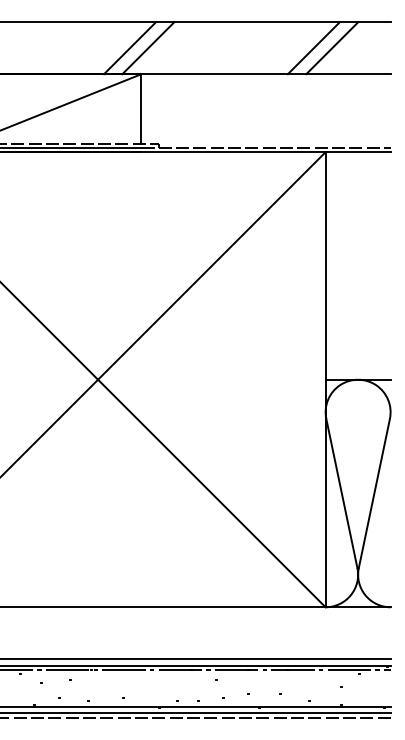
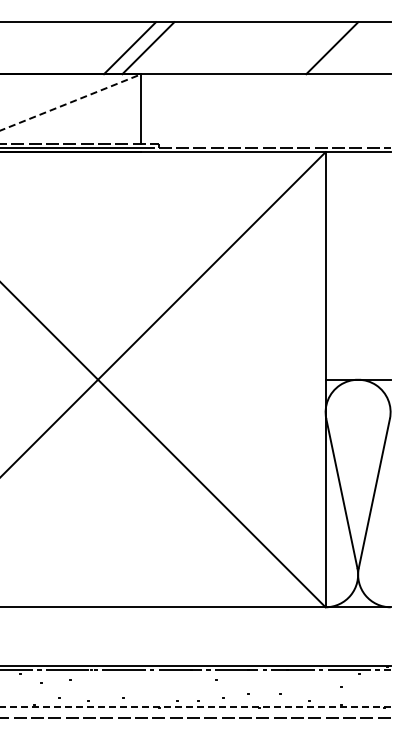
line at (313, 48): present -> none
line at (70, 102): solid -> dashed
line at (196, 659): present -> none
line at (195, 706): solid -> dashed
line at (196, 713): present -> none
